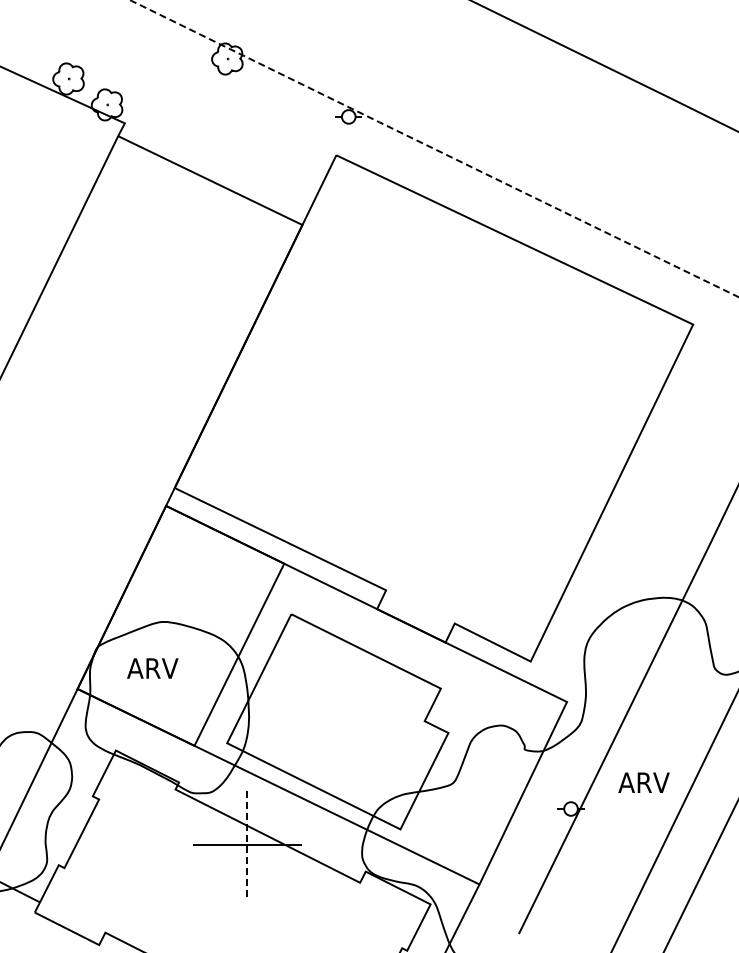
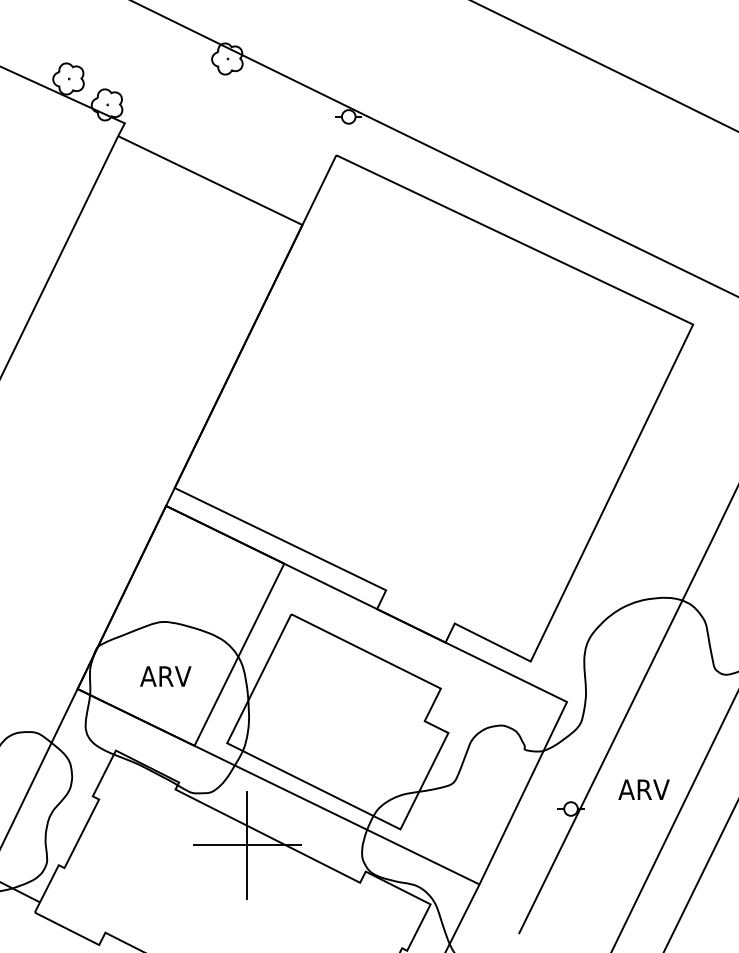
line at (434, 148): dashed -> solid
text at (152, 668) position: (152, 668) -> (165, 676)
text at (643, 782) position: (643, 782) -> (643, 789)
line at (247, 845): dashed -> solid
